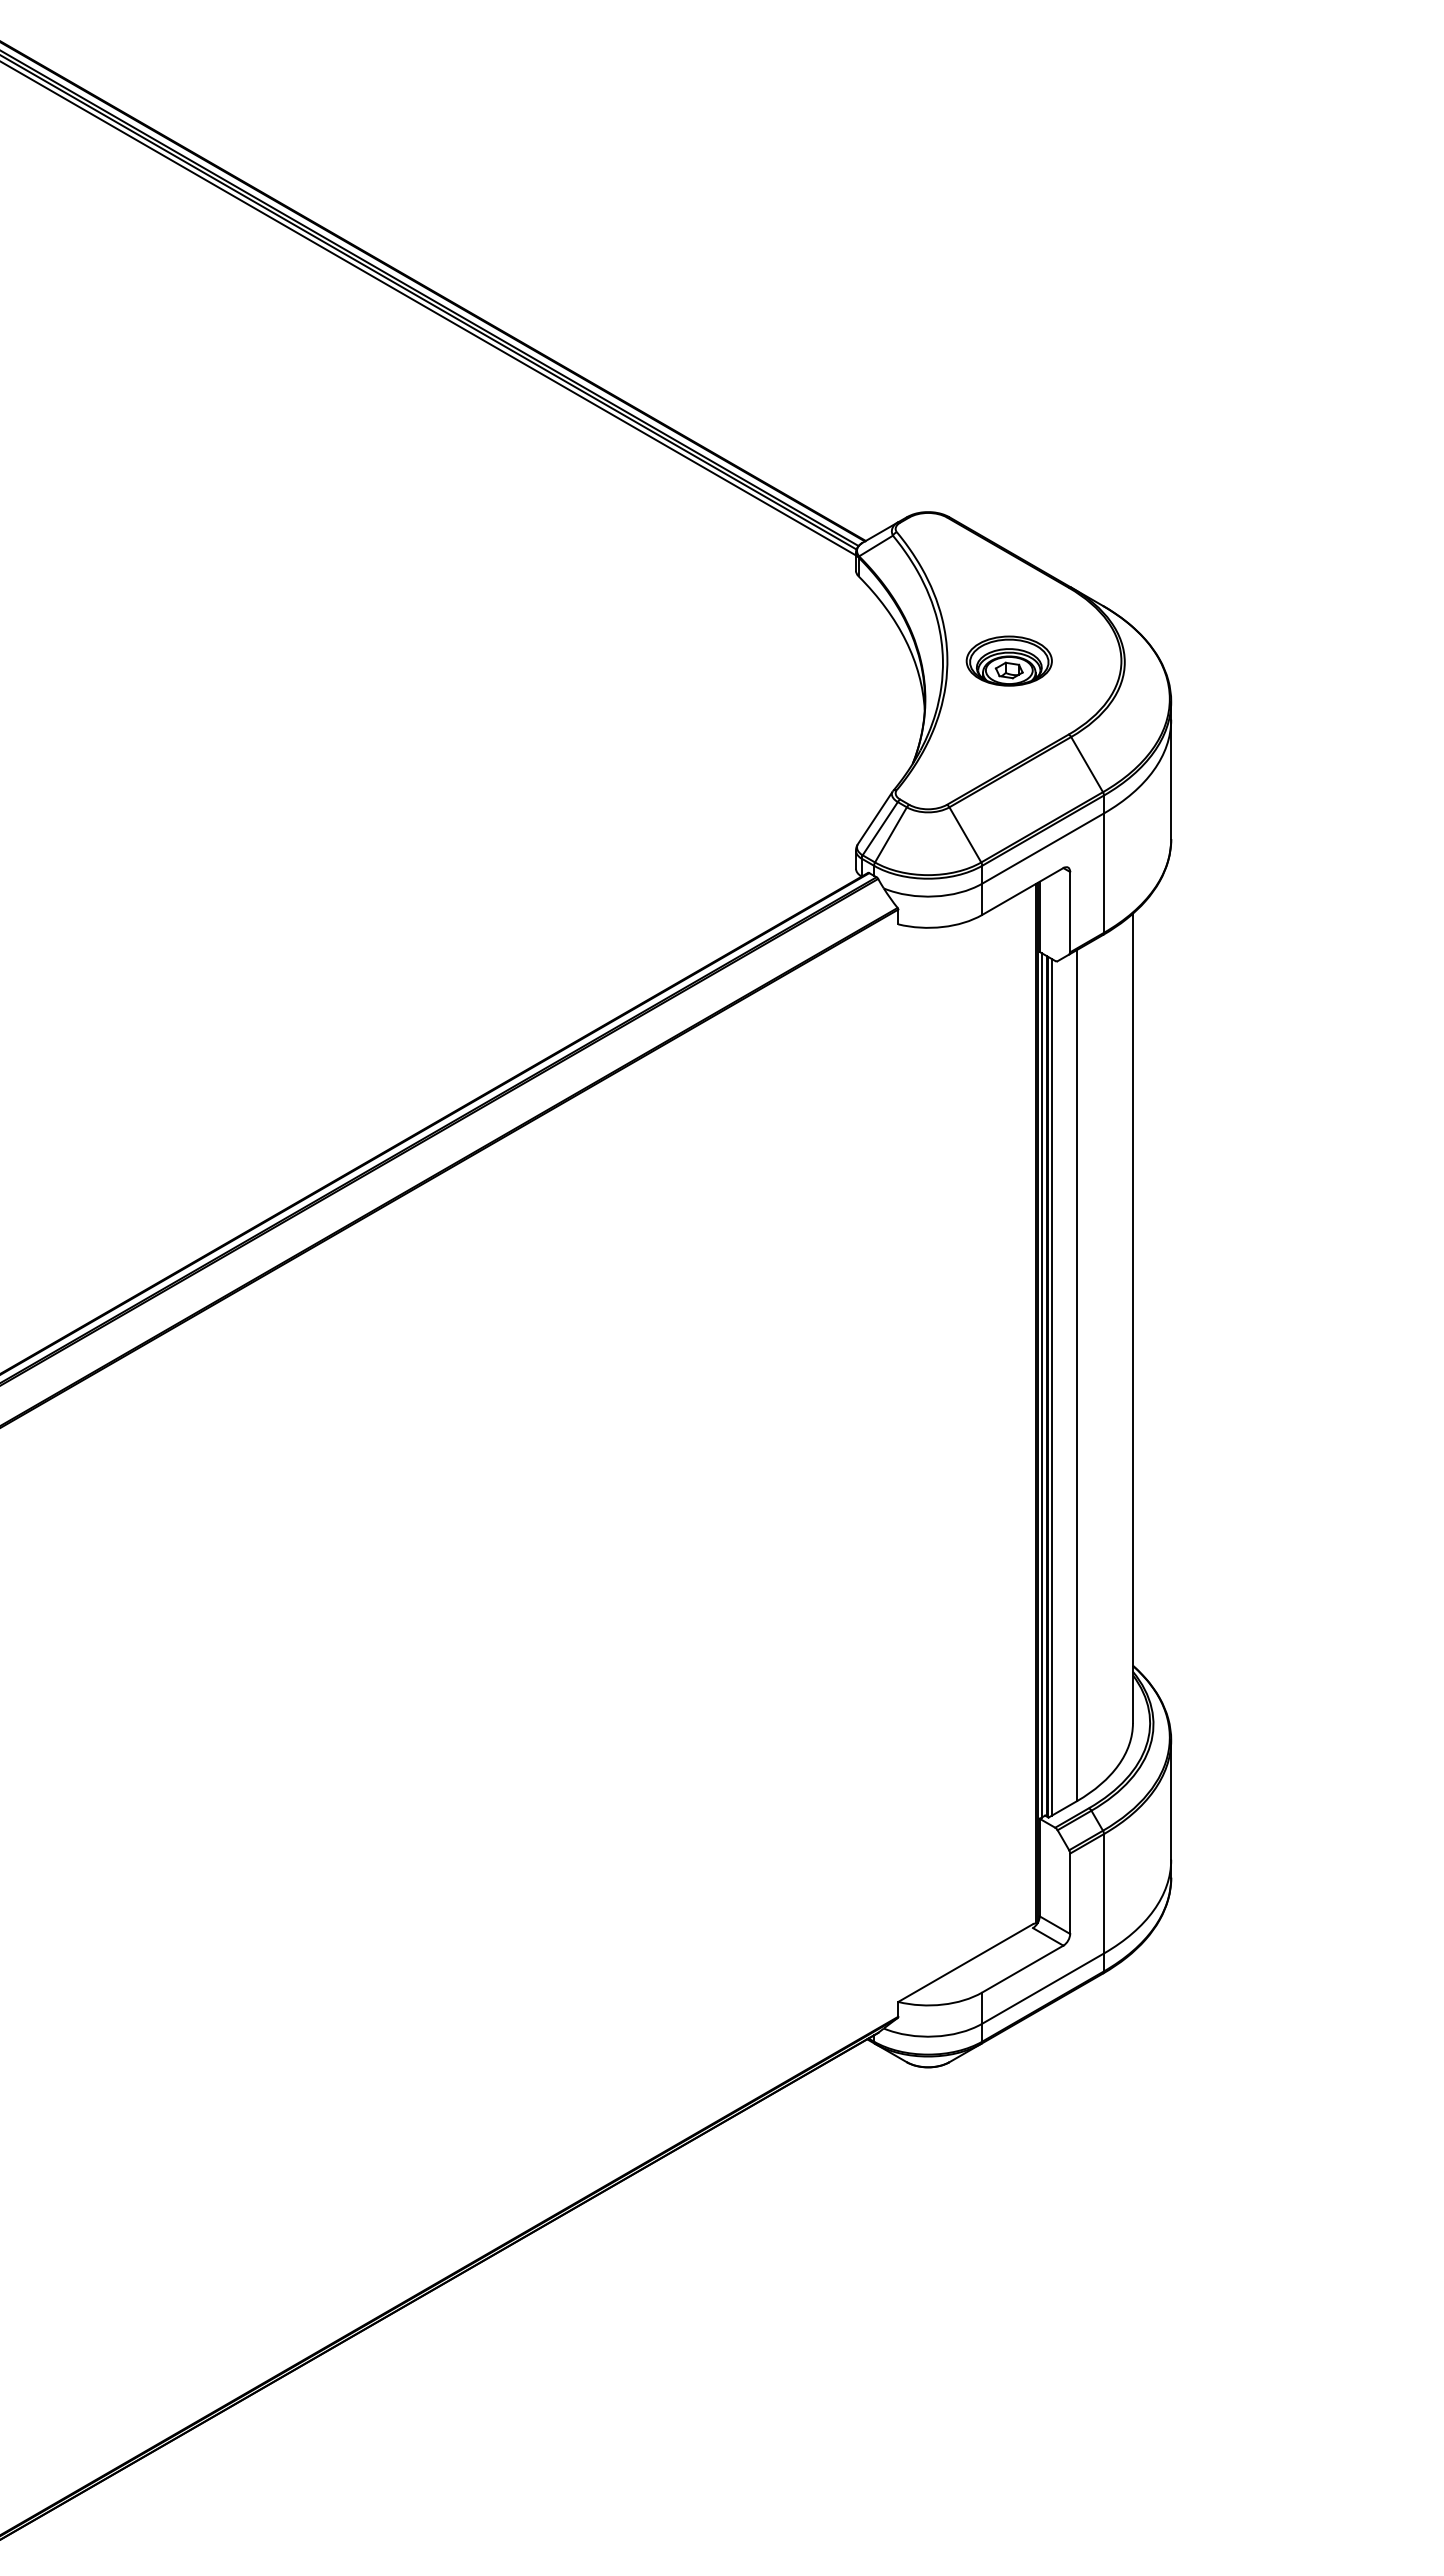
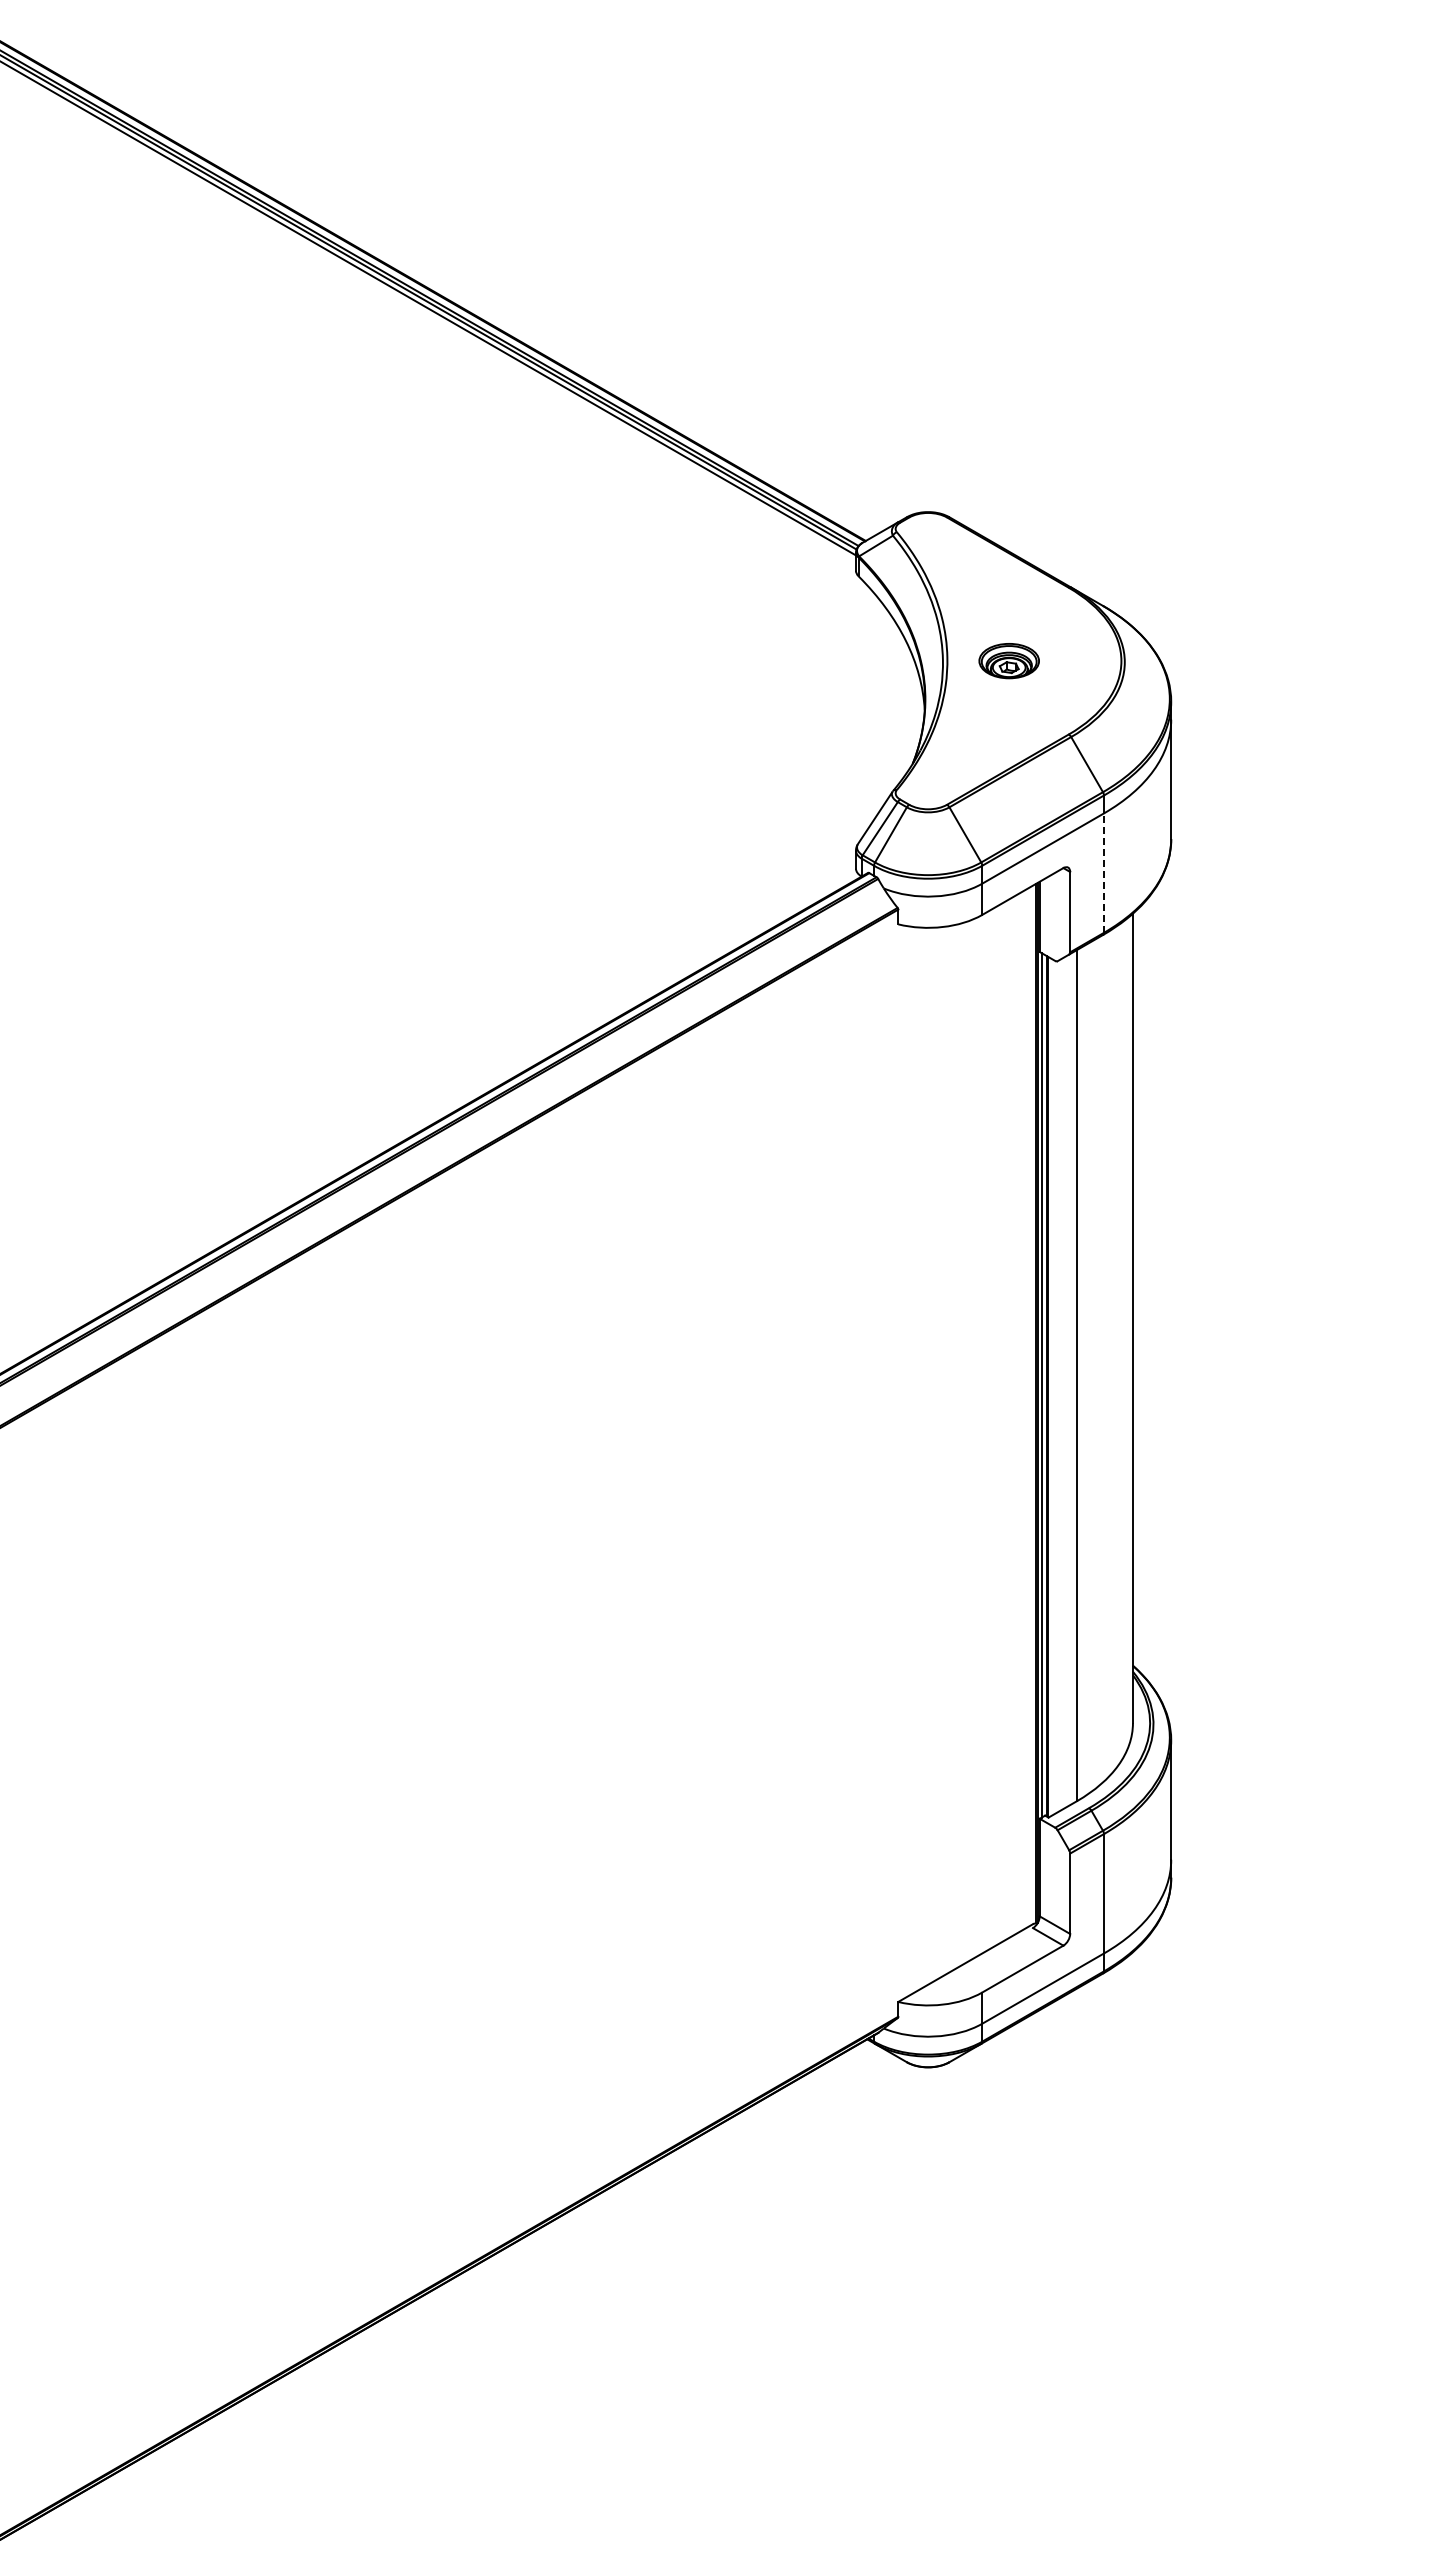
part at (1008, 660) size: 88x52 px -> 62x37 px
line at (1103, 873): solid -> dashed
line at (1051, 1387): present -> none
